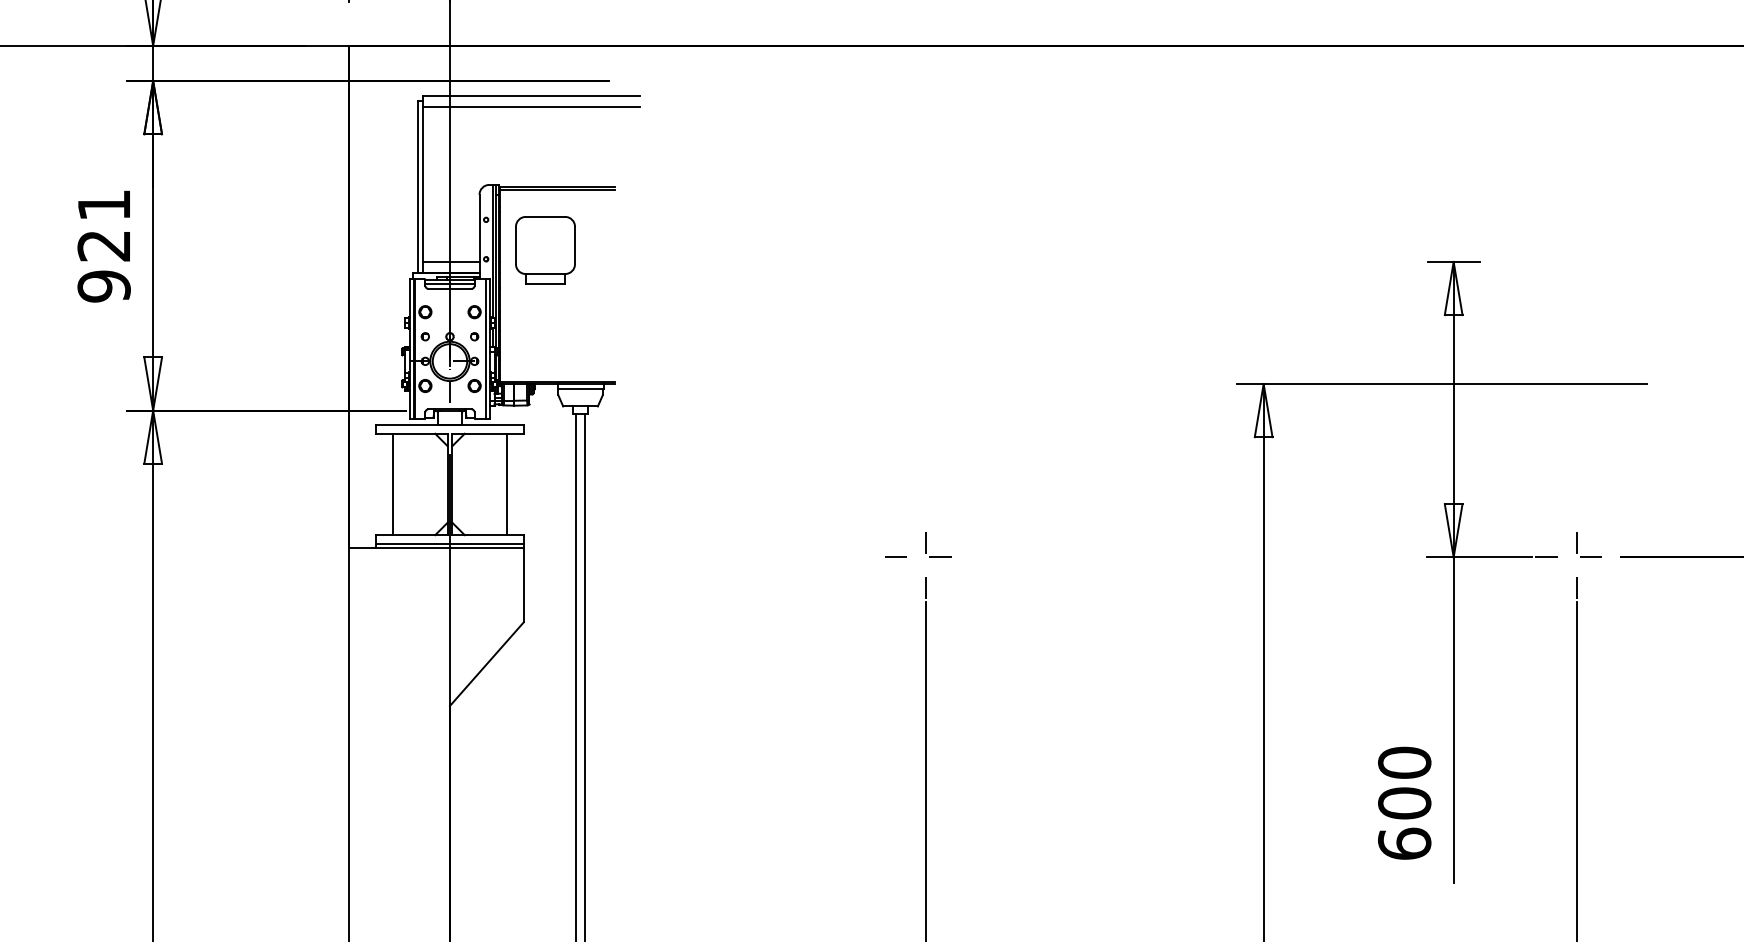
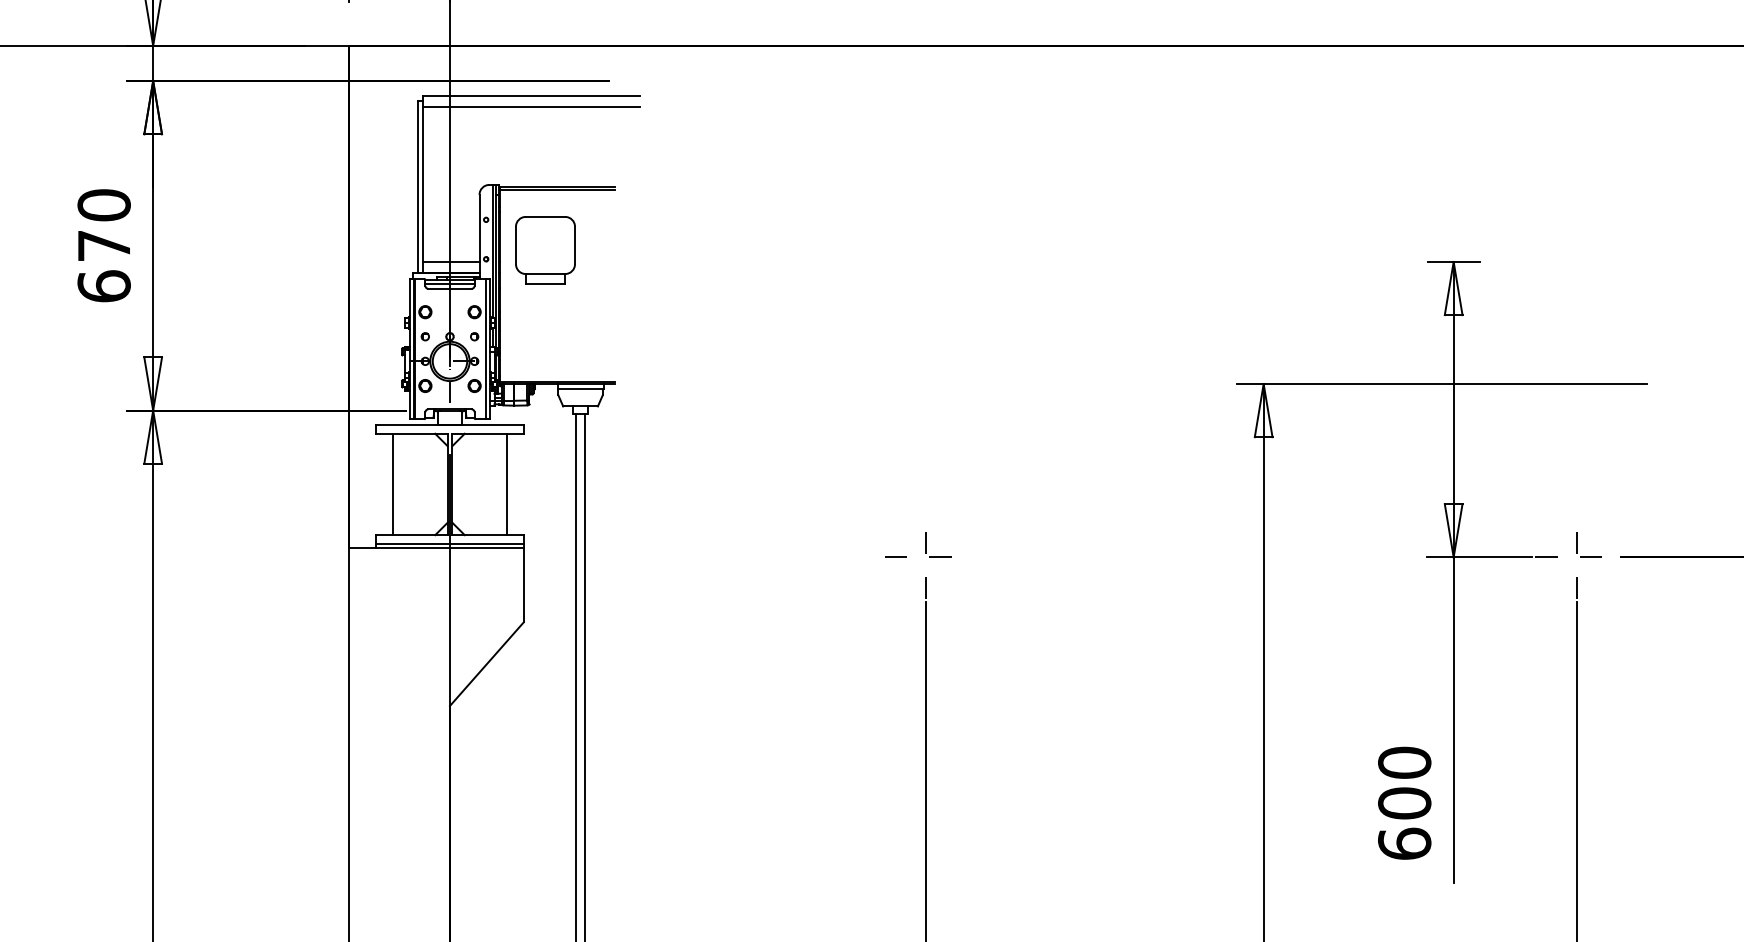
text at (103, 245): 921 -> 670
